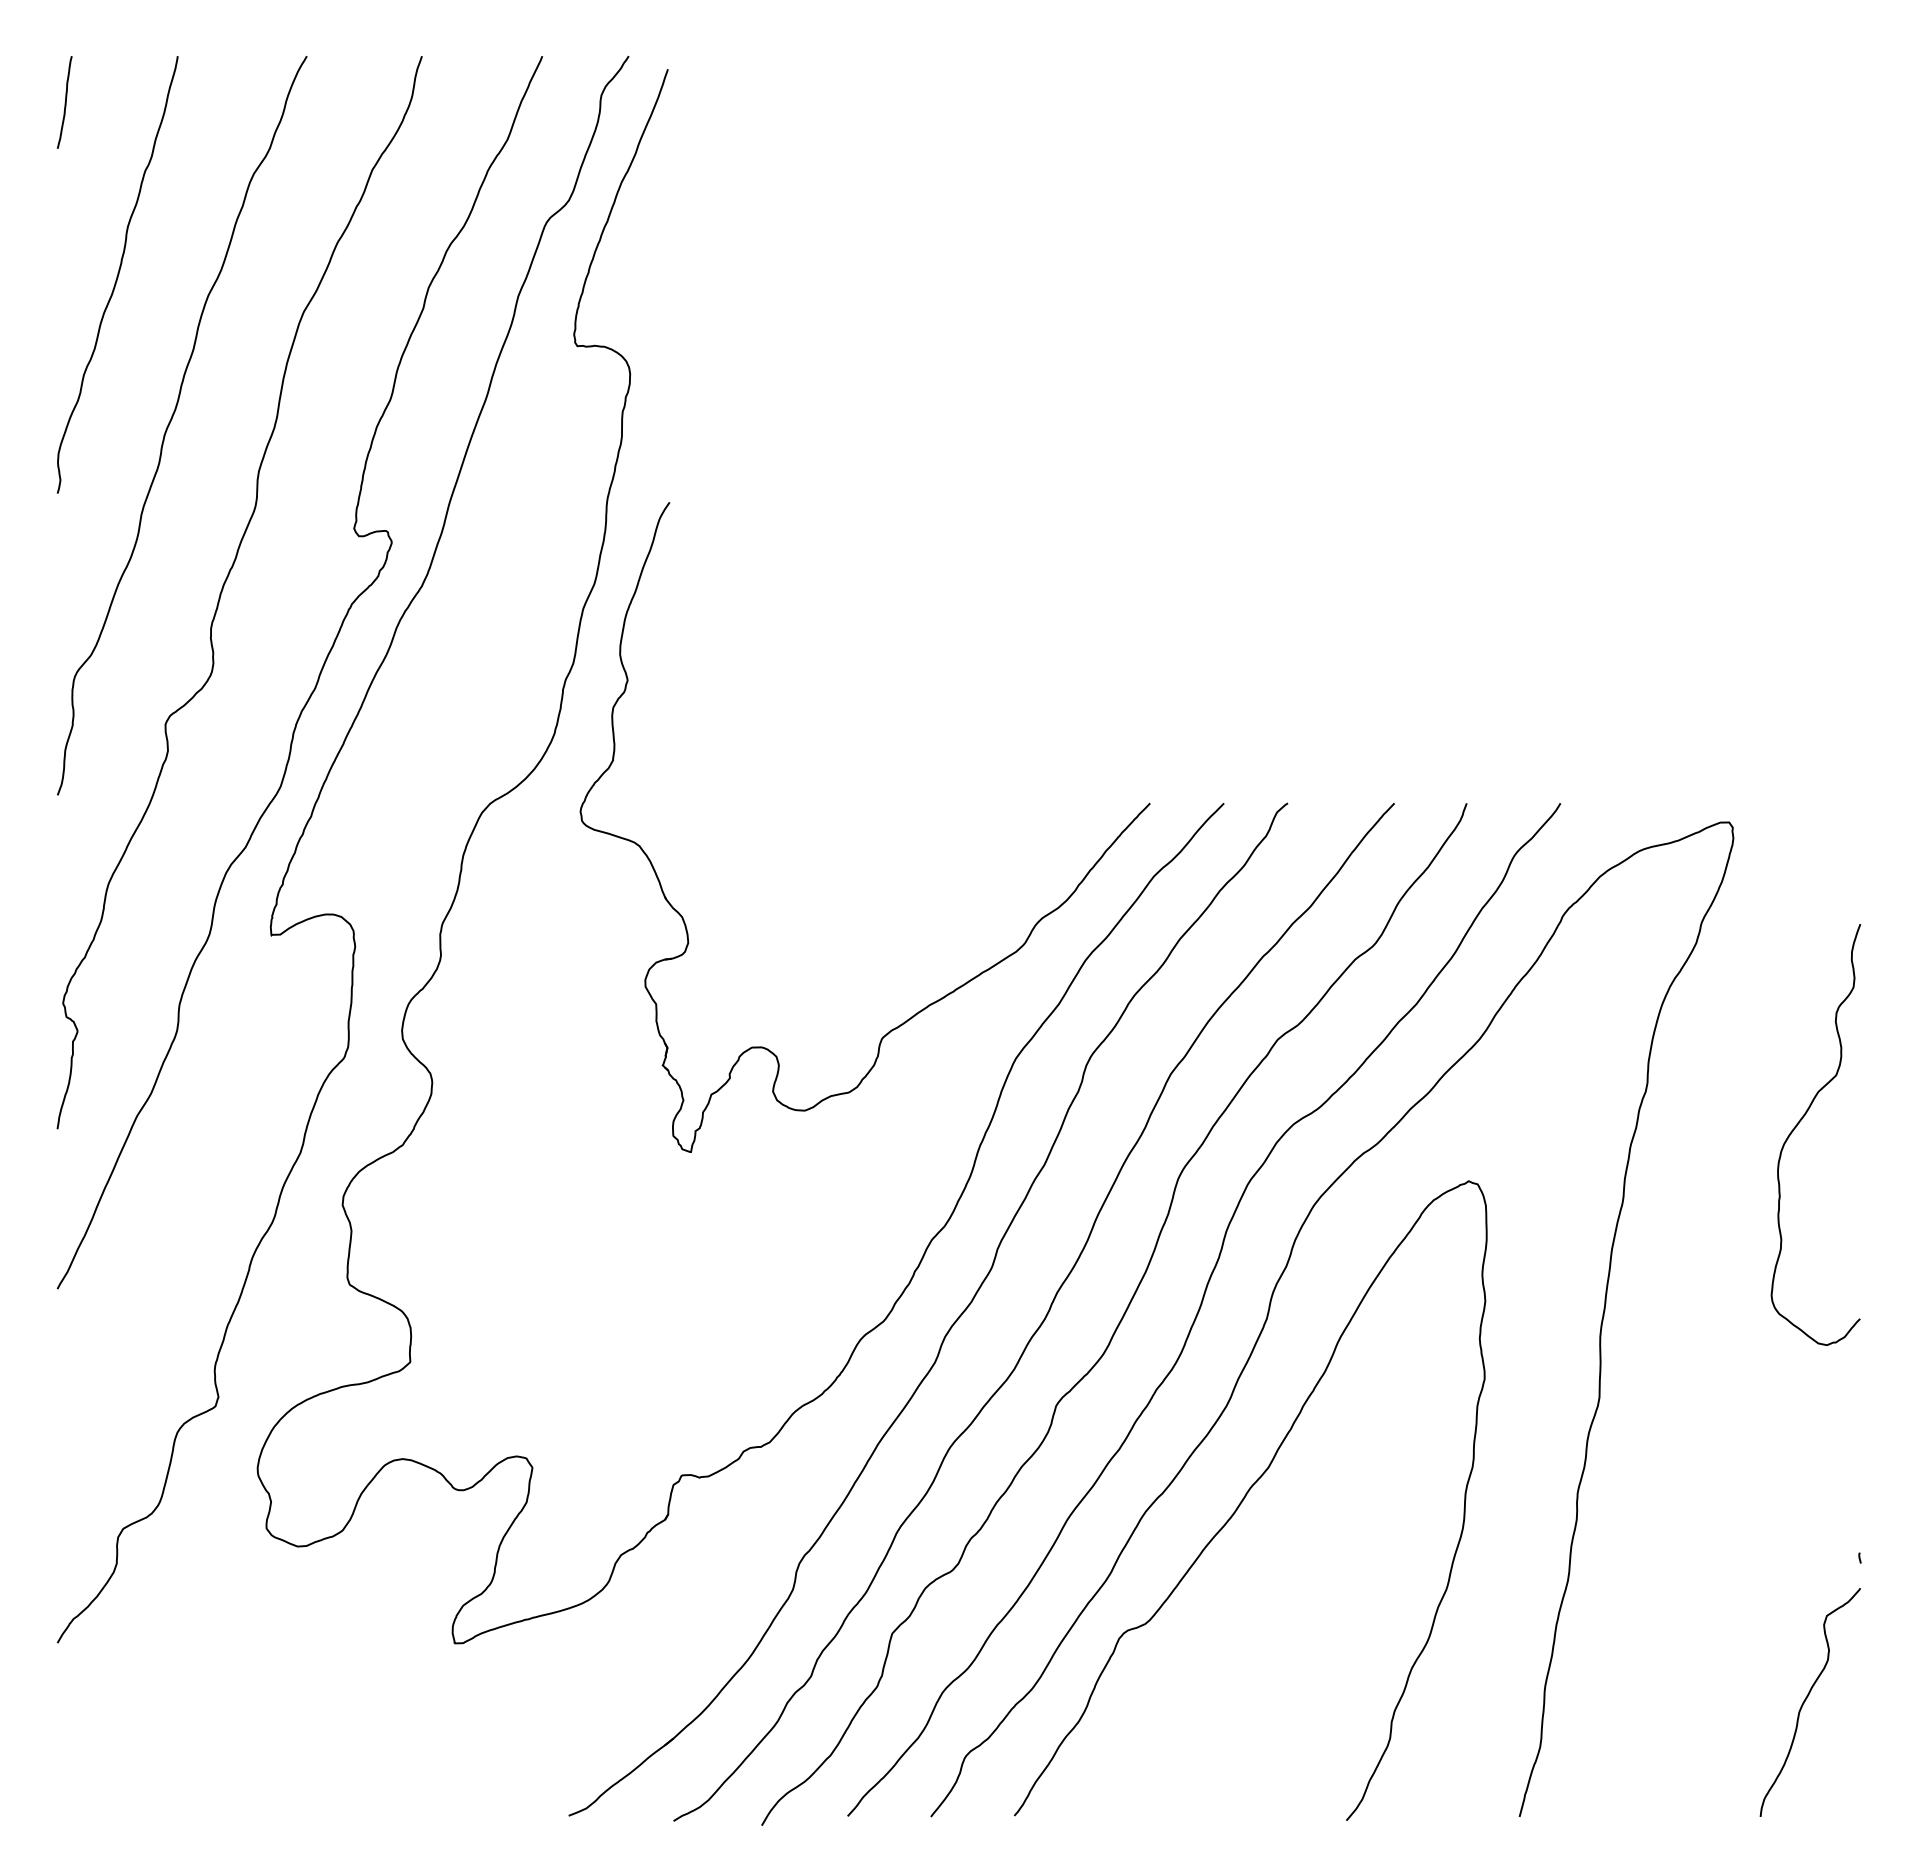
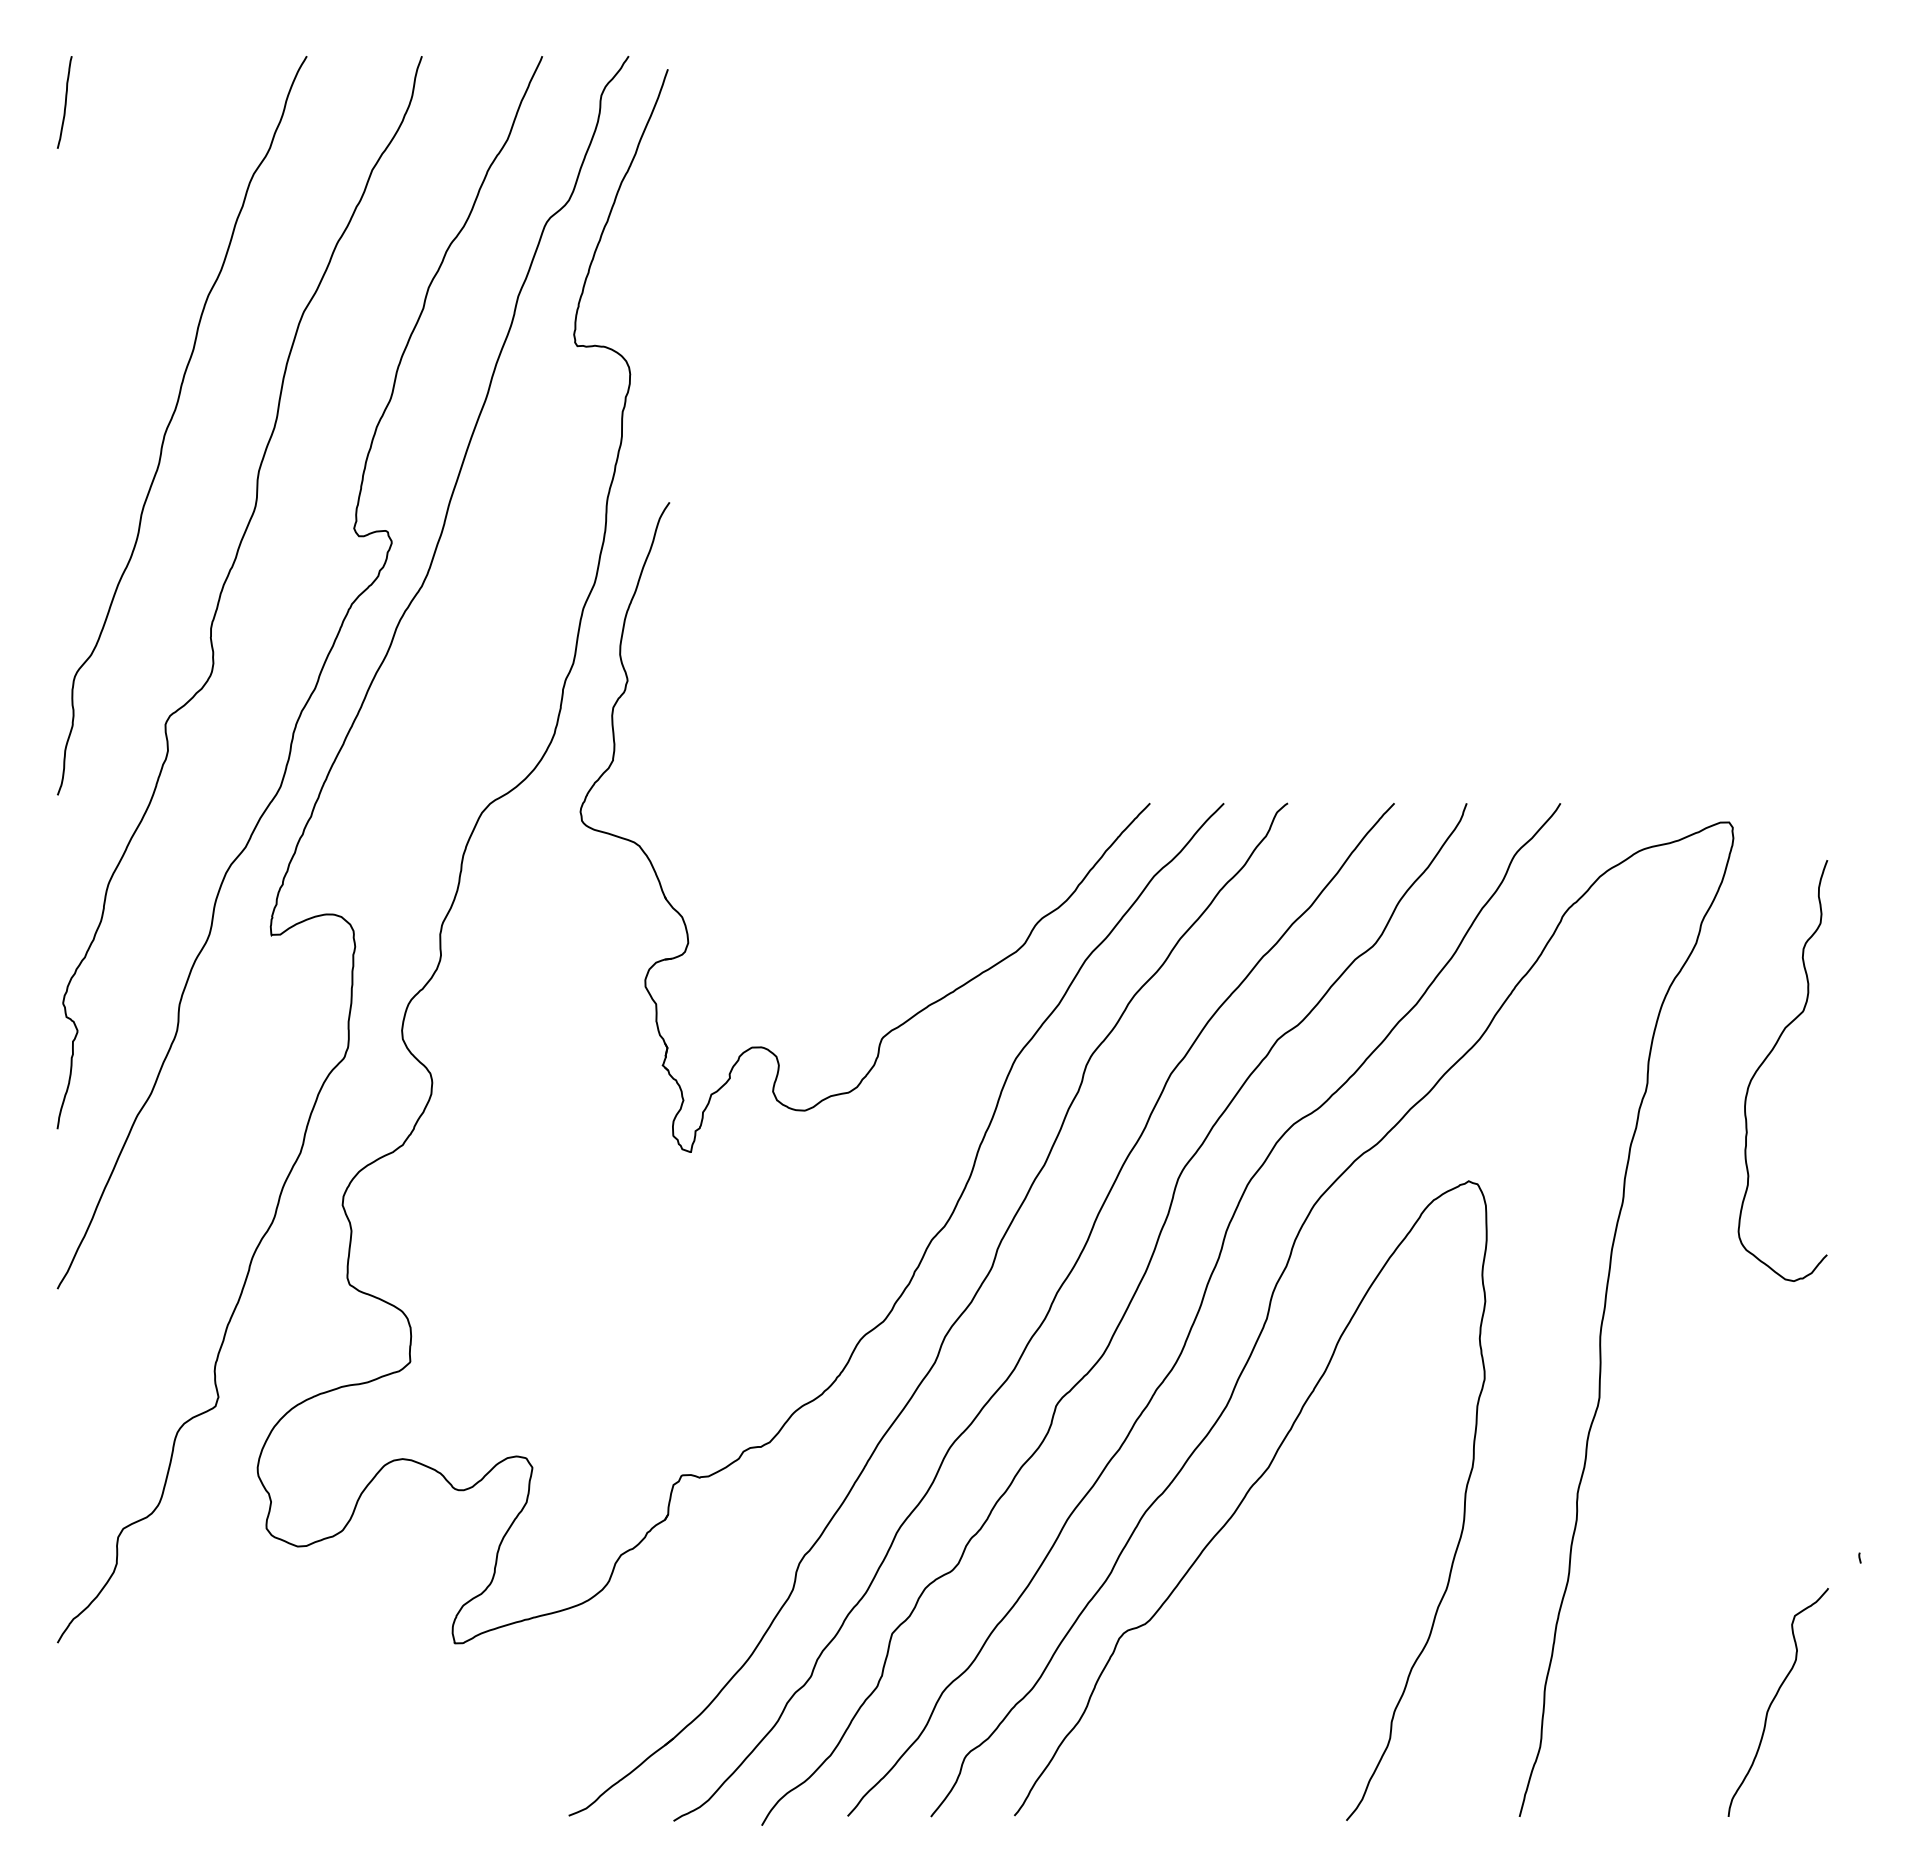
curve at (117, 274): present -> none
curve at (1800, 1122) position: (1800, 1122) -> (1767, 1058)
curve at (1806, 1700) position: (1806, 1700) -> (1774, 1700)
